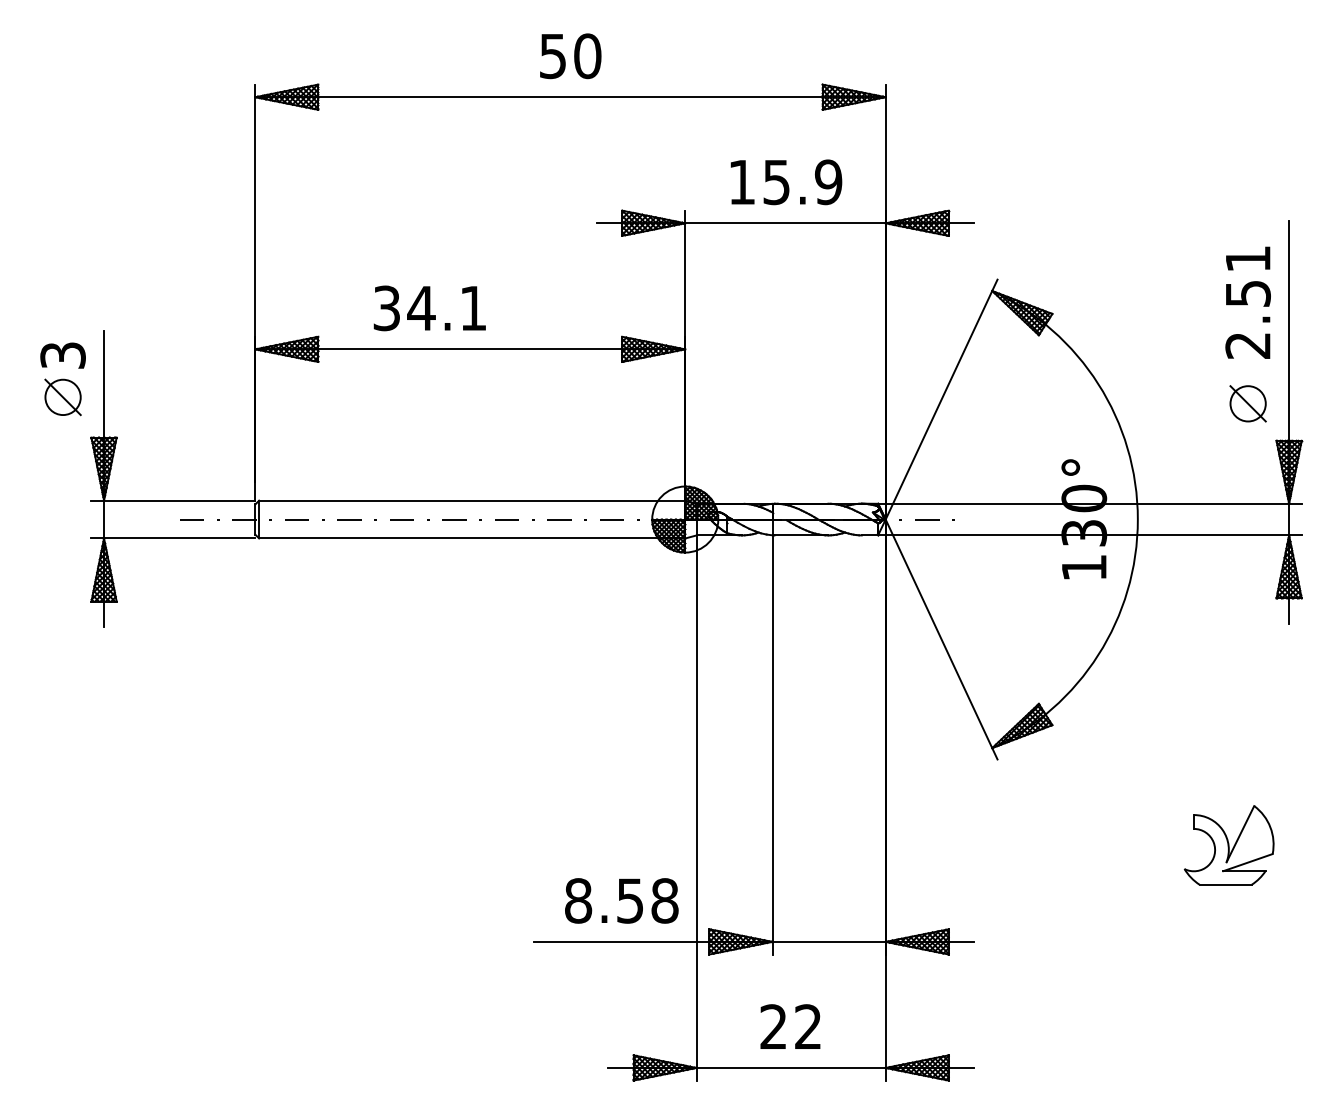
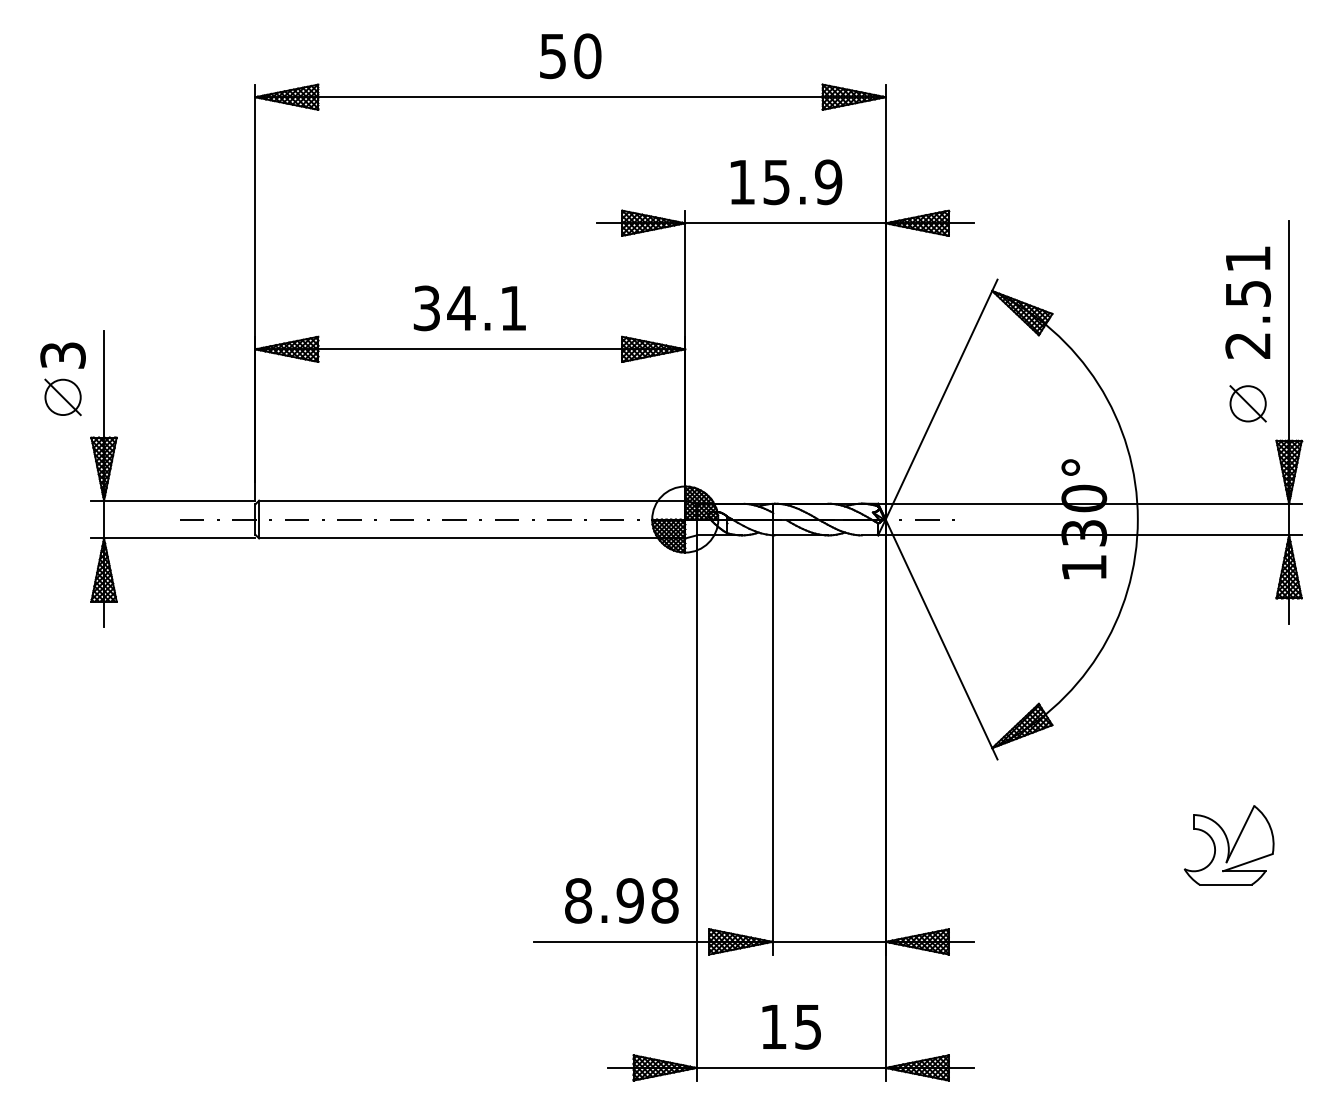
text at (429, 308) position: (429, 308) -> (469, 308)
text at (629, 900): 8.58 -> 8.98
text at (790, 1026): 22 -> 15
